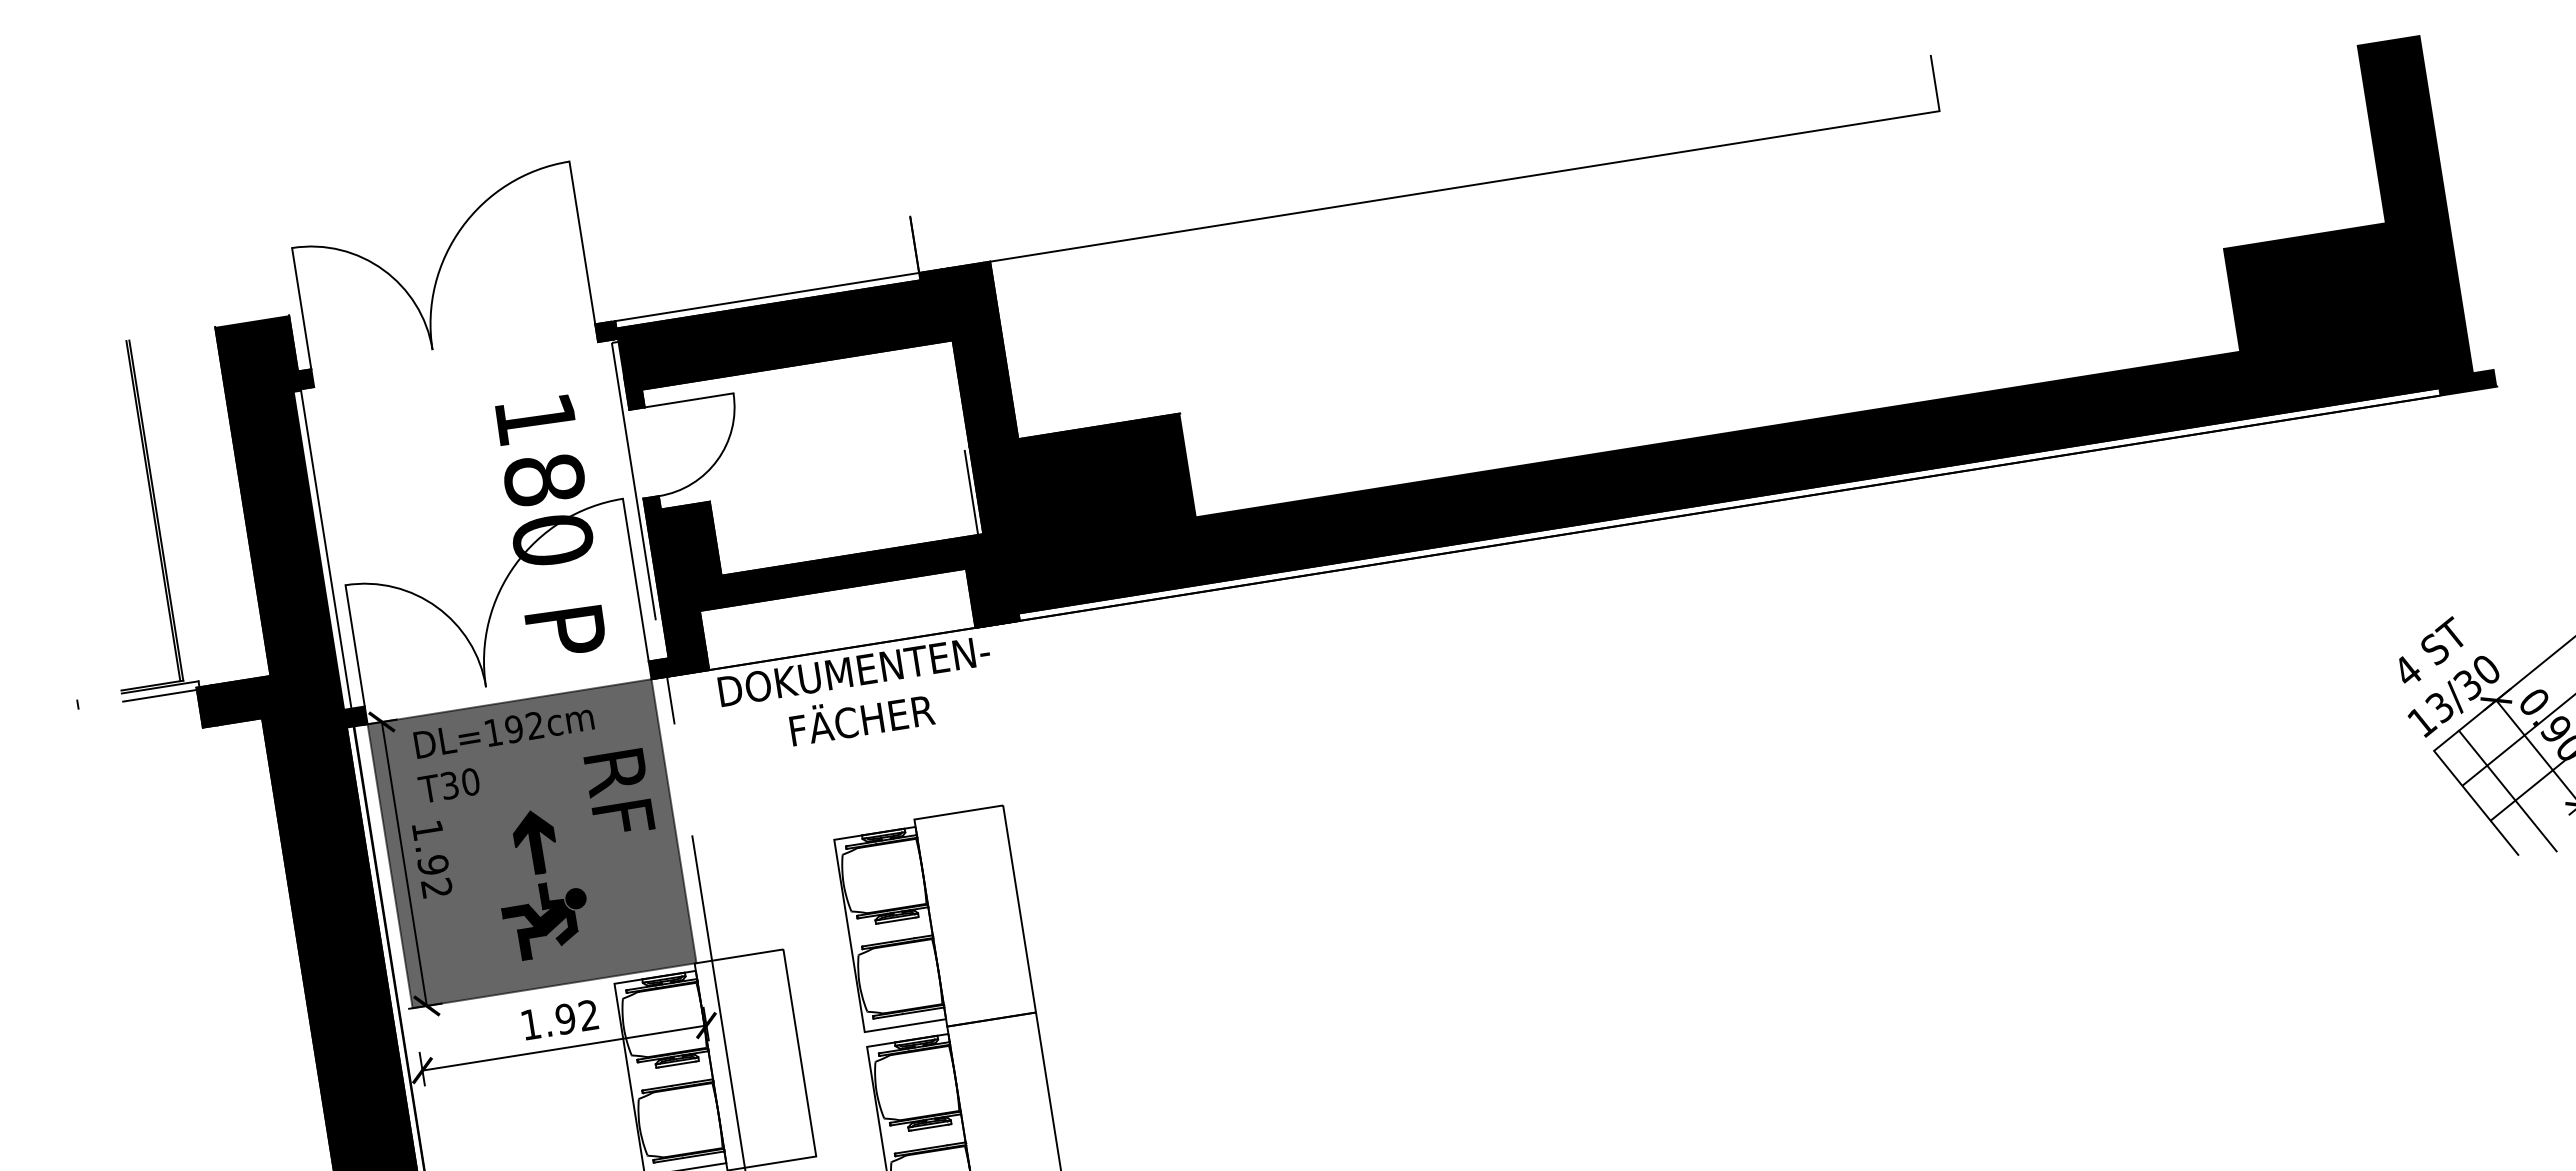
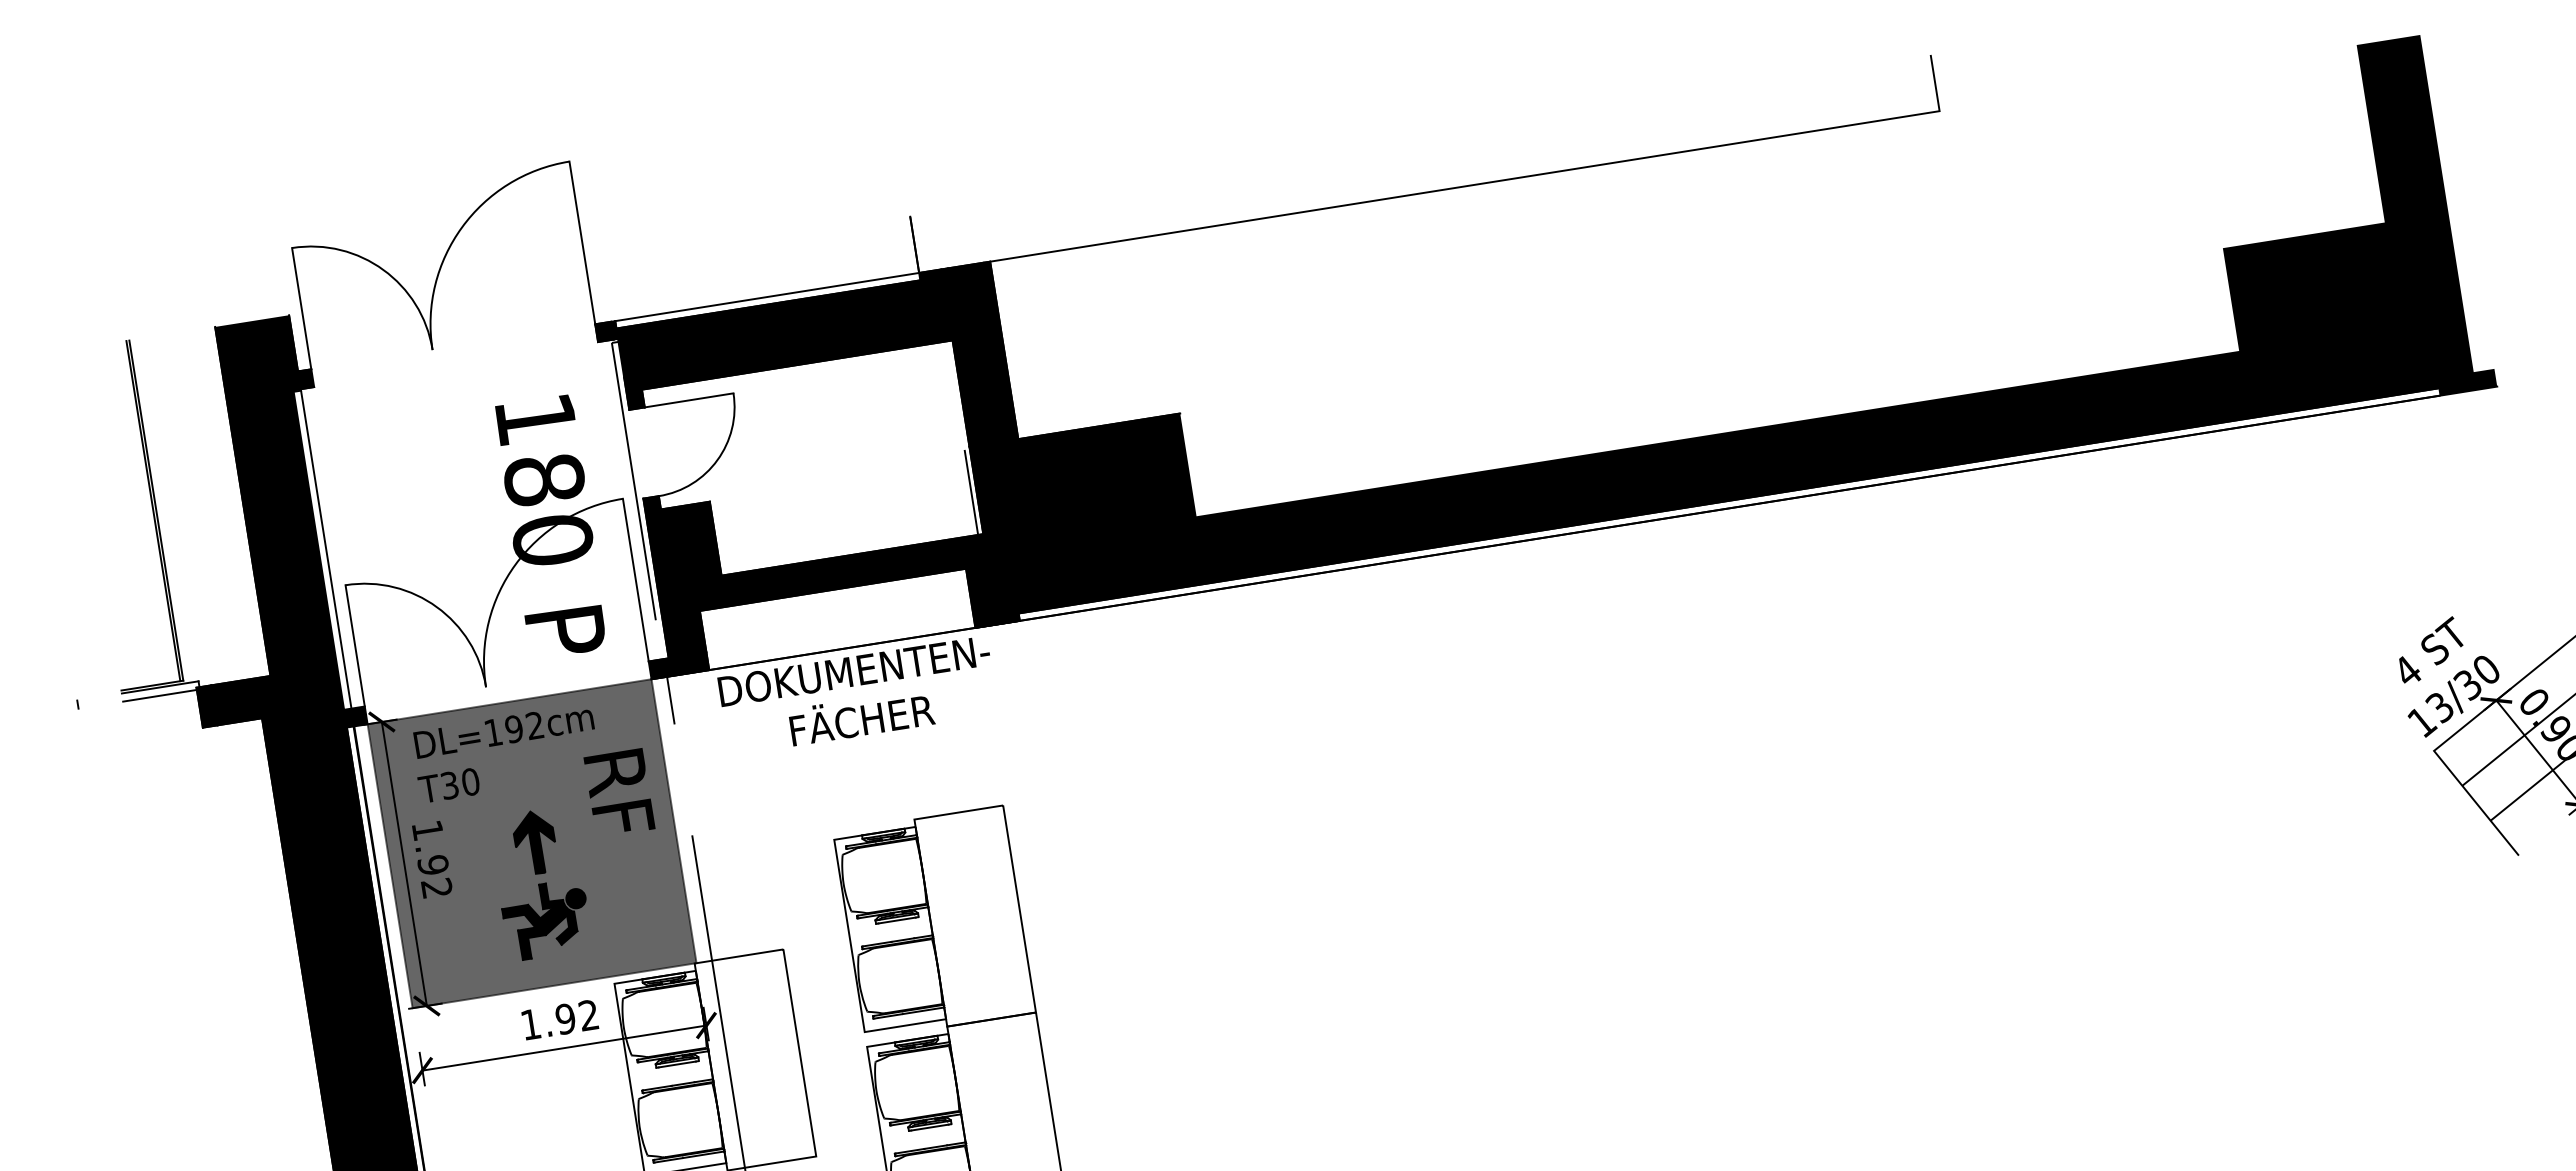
line at (2507, 790): present -> none
